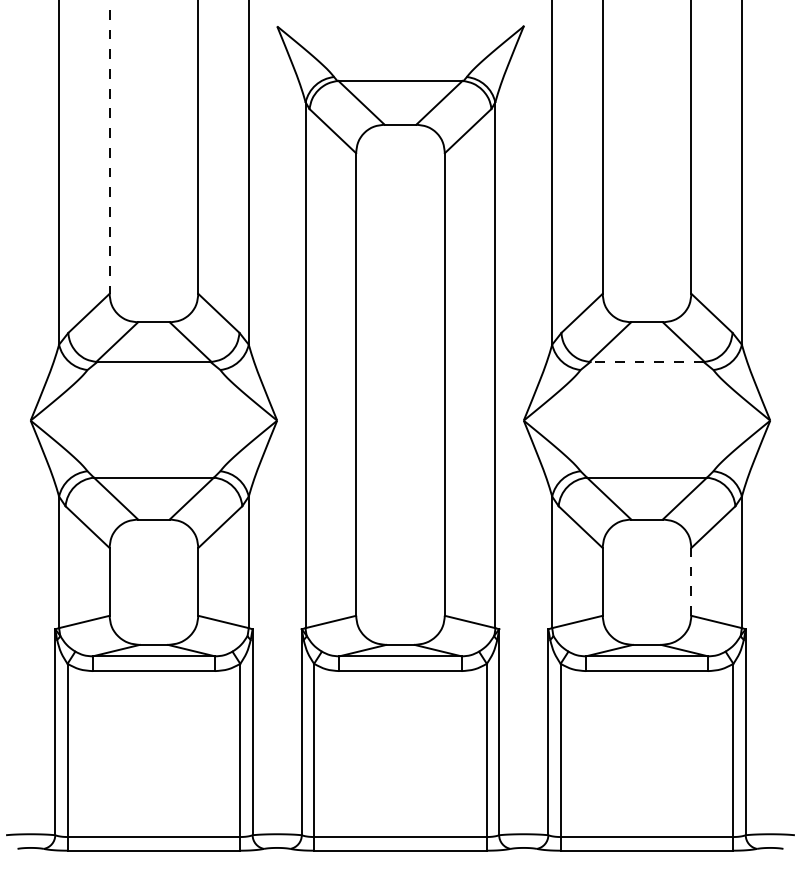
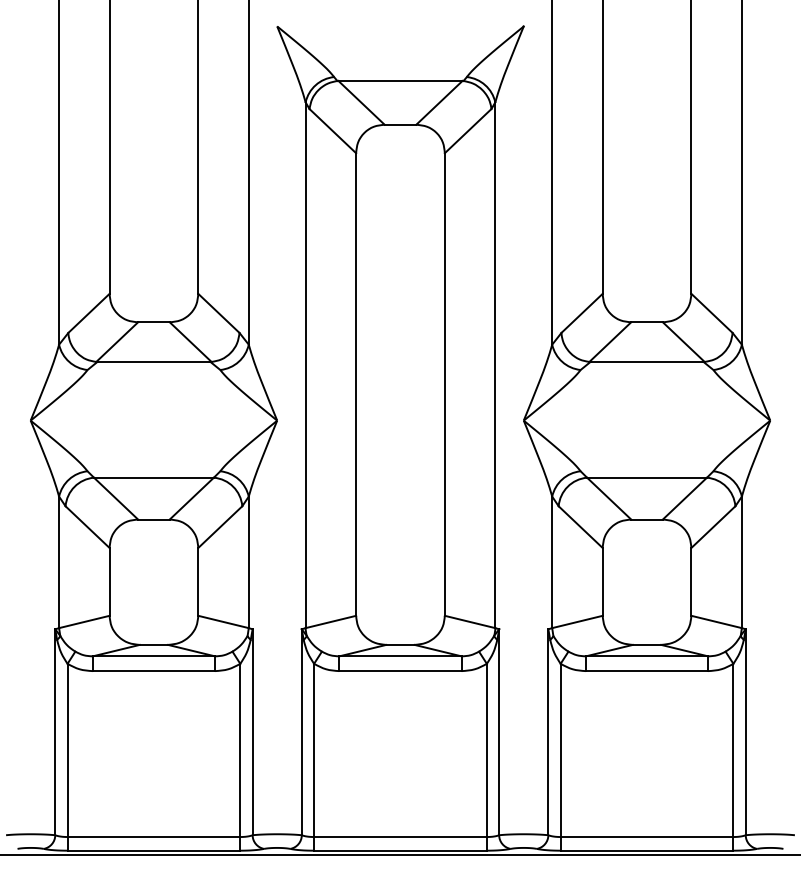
line at (109, 147): dashed -> solid
line at (647, 362): dashed -> solid
line at (691, 581): dashed -> solid
line at (399, 854): none -> present
